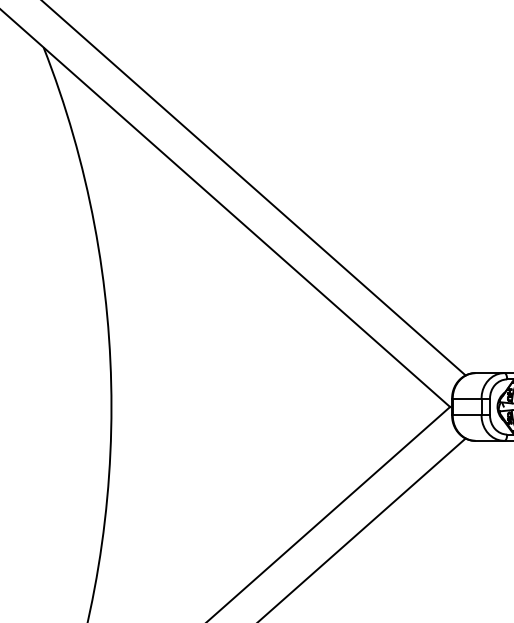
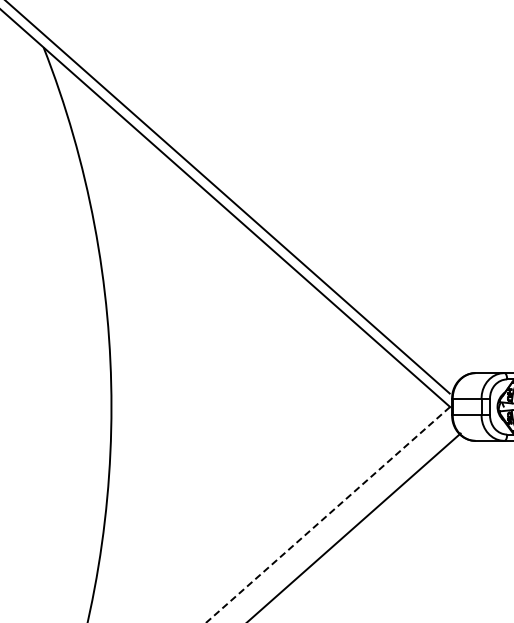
line at (254, 188) position: (254, 188) -> (228, 197)
line at (328, 514): solid -> dashed
line at (363, 528) position: (363, 528) -> (355, 526)
